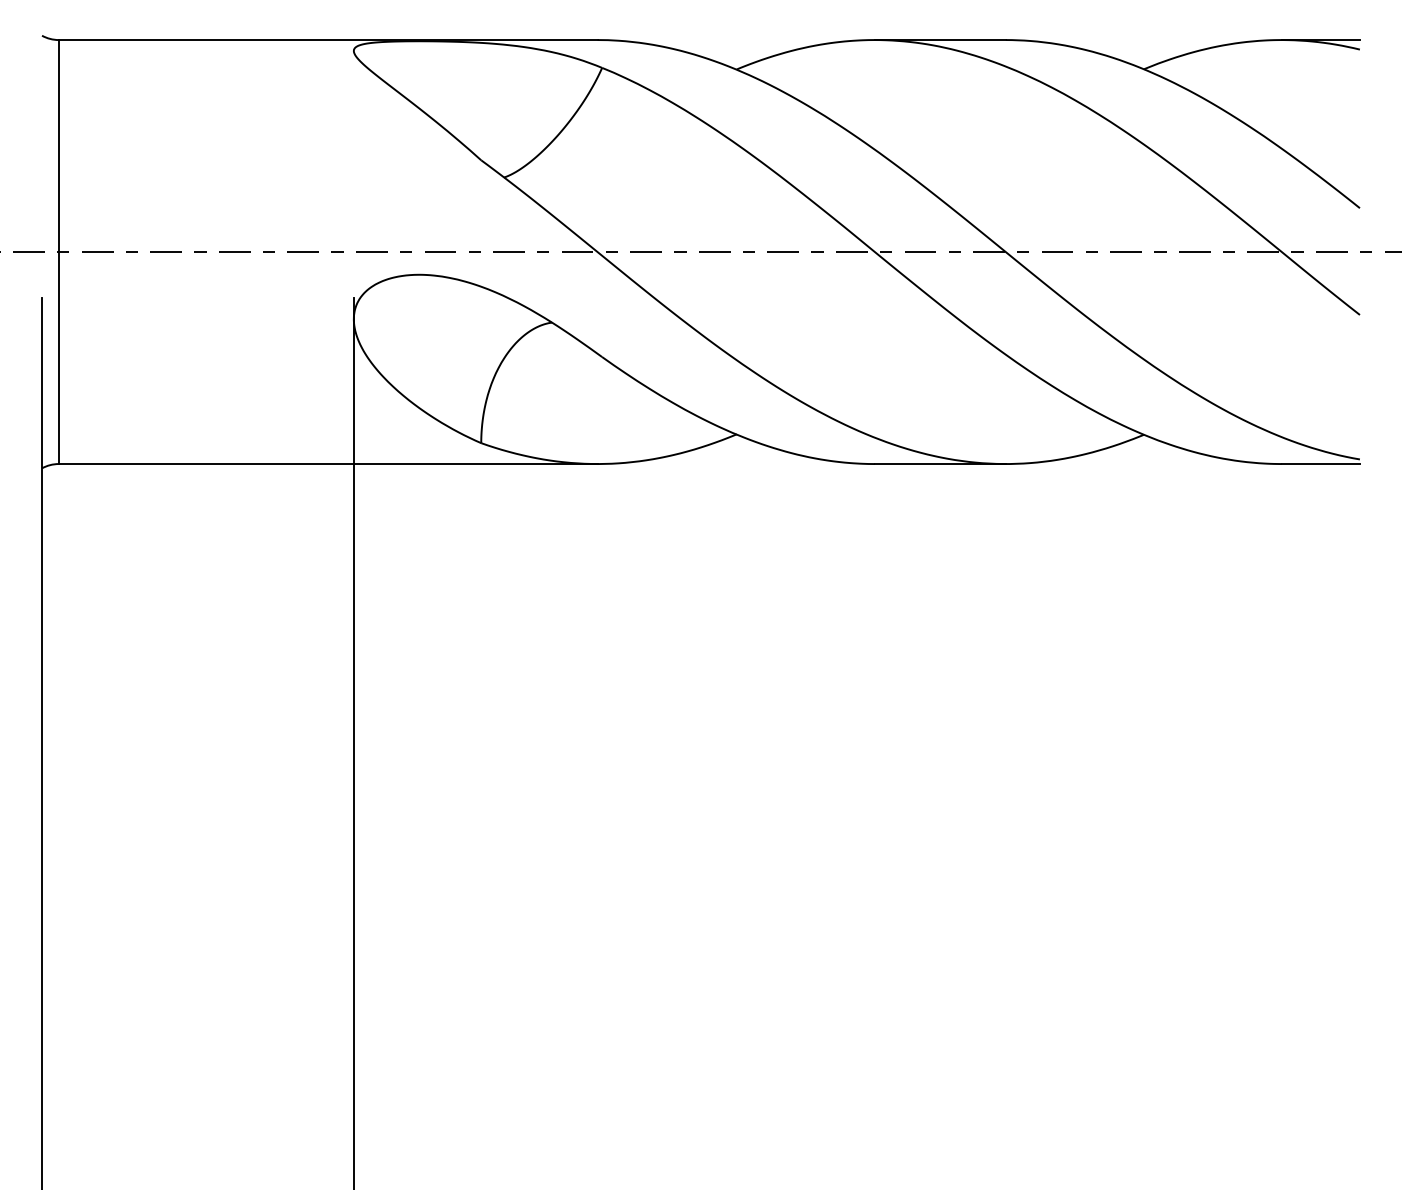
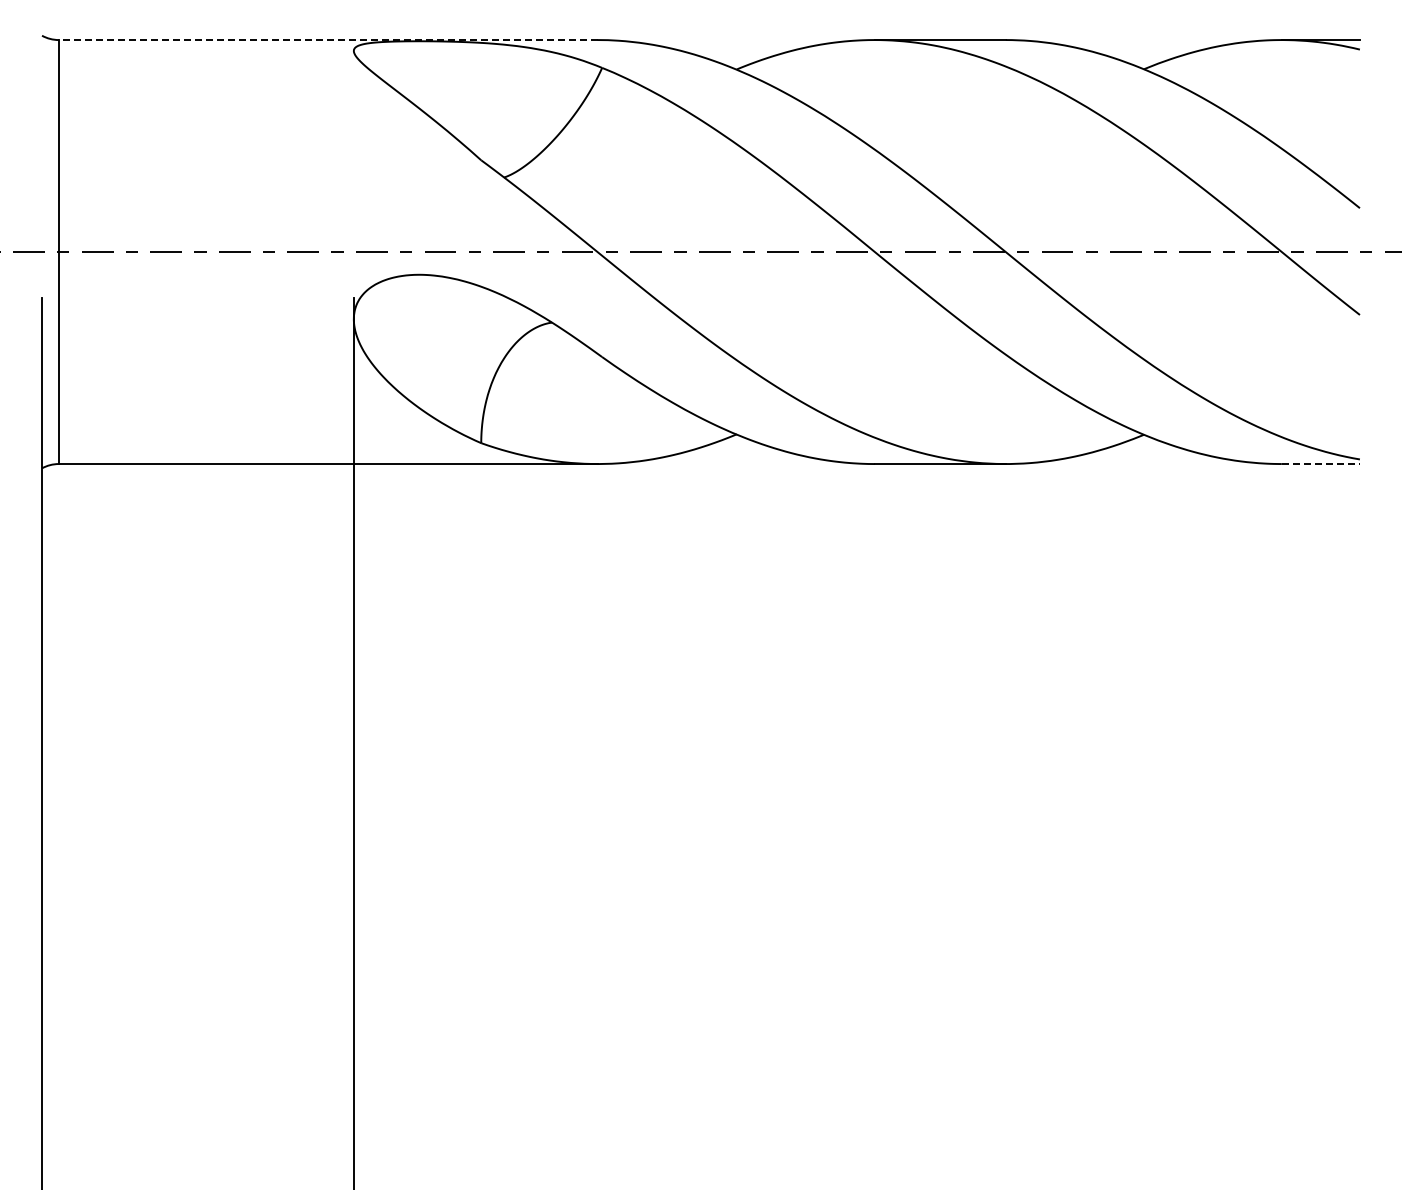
line at (327, 40): solid -> dashed
line at (1321, 464): solid -> dashed
